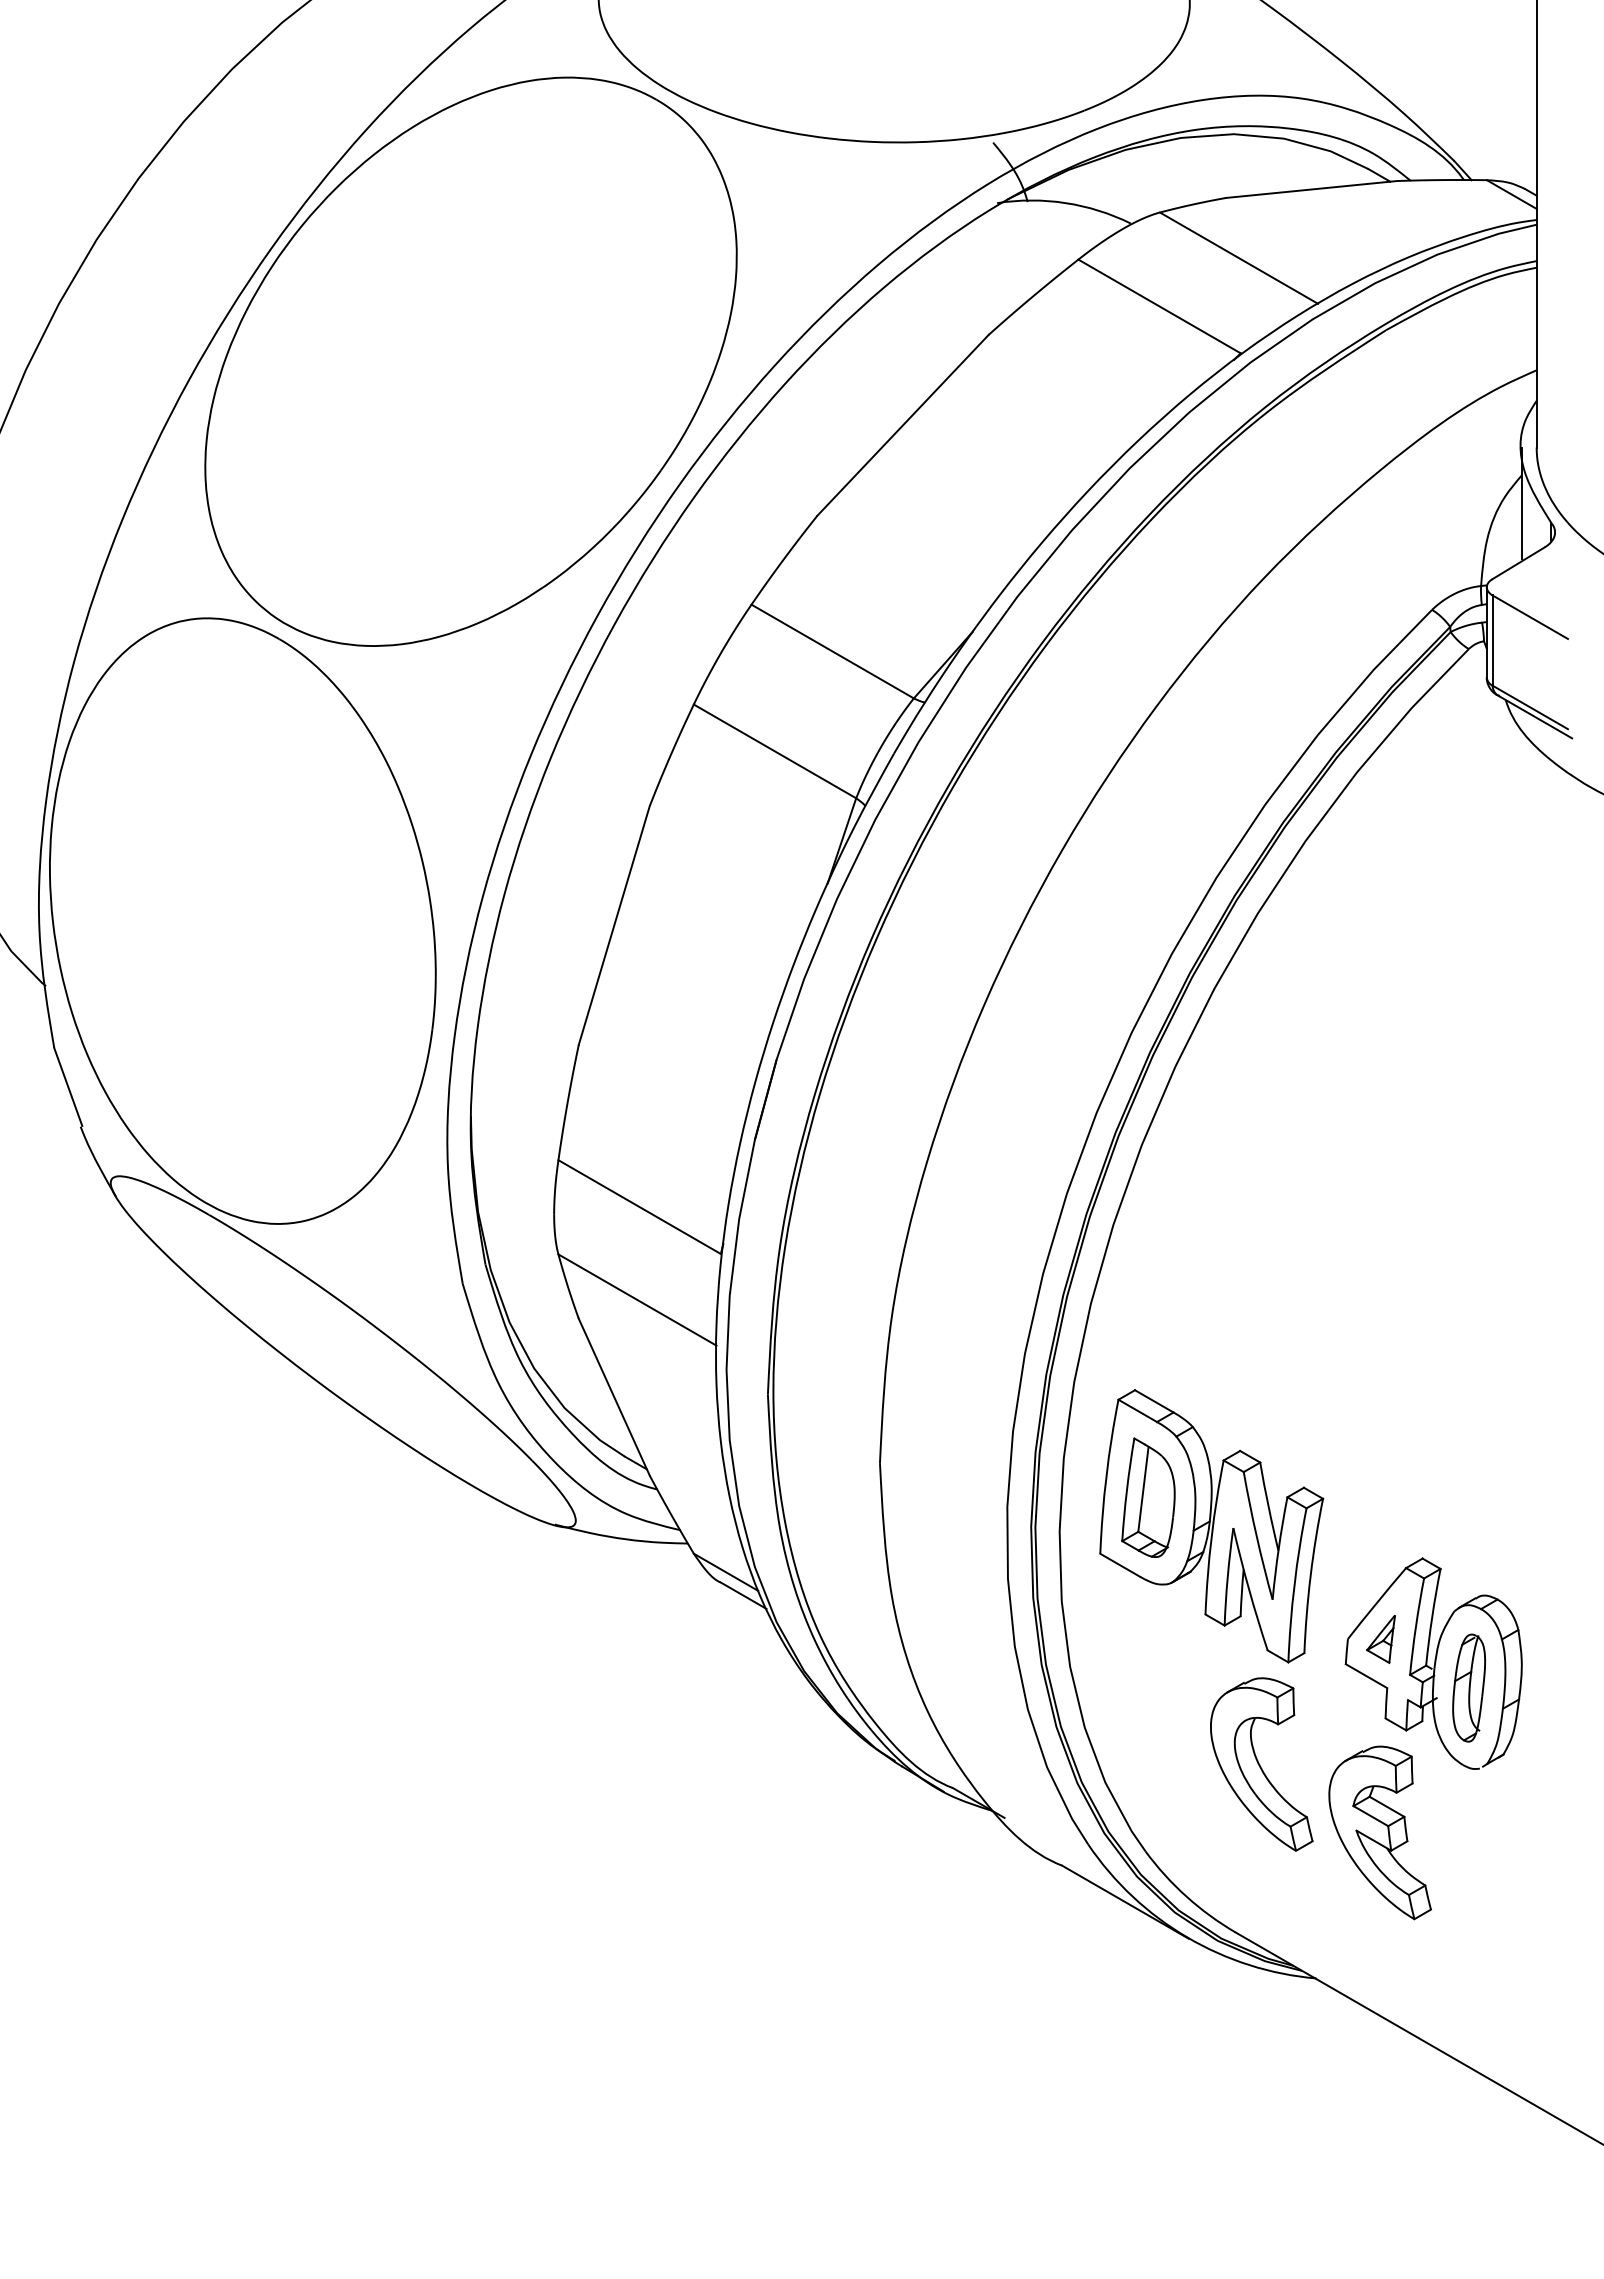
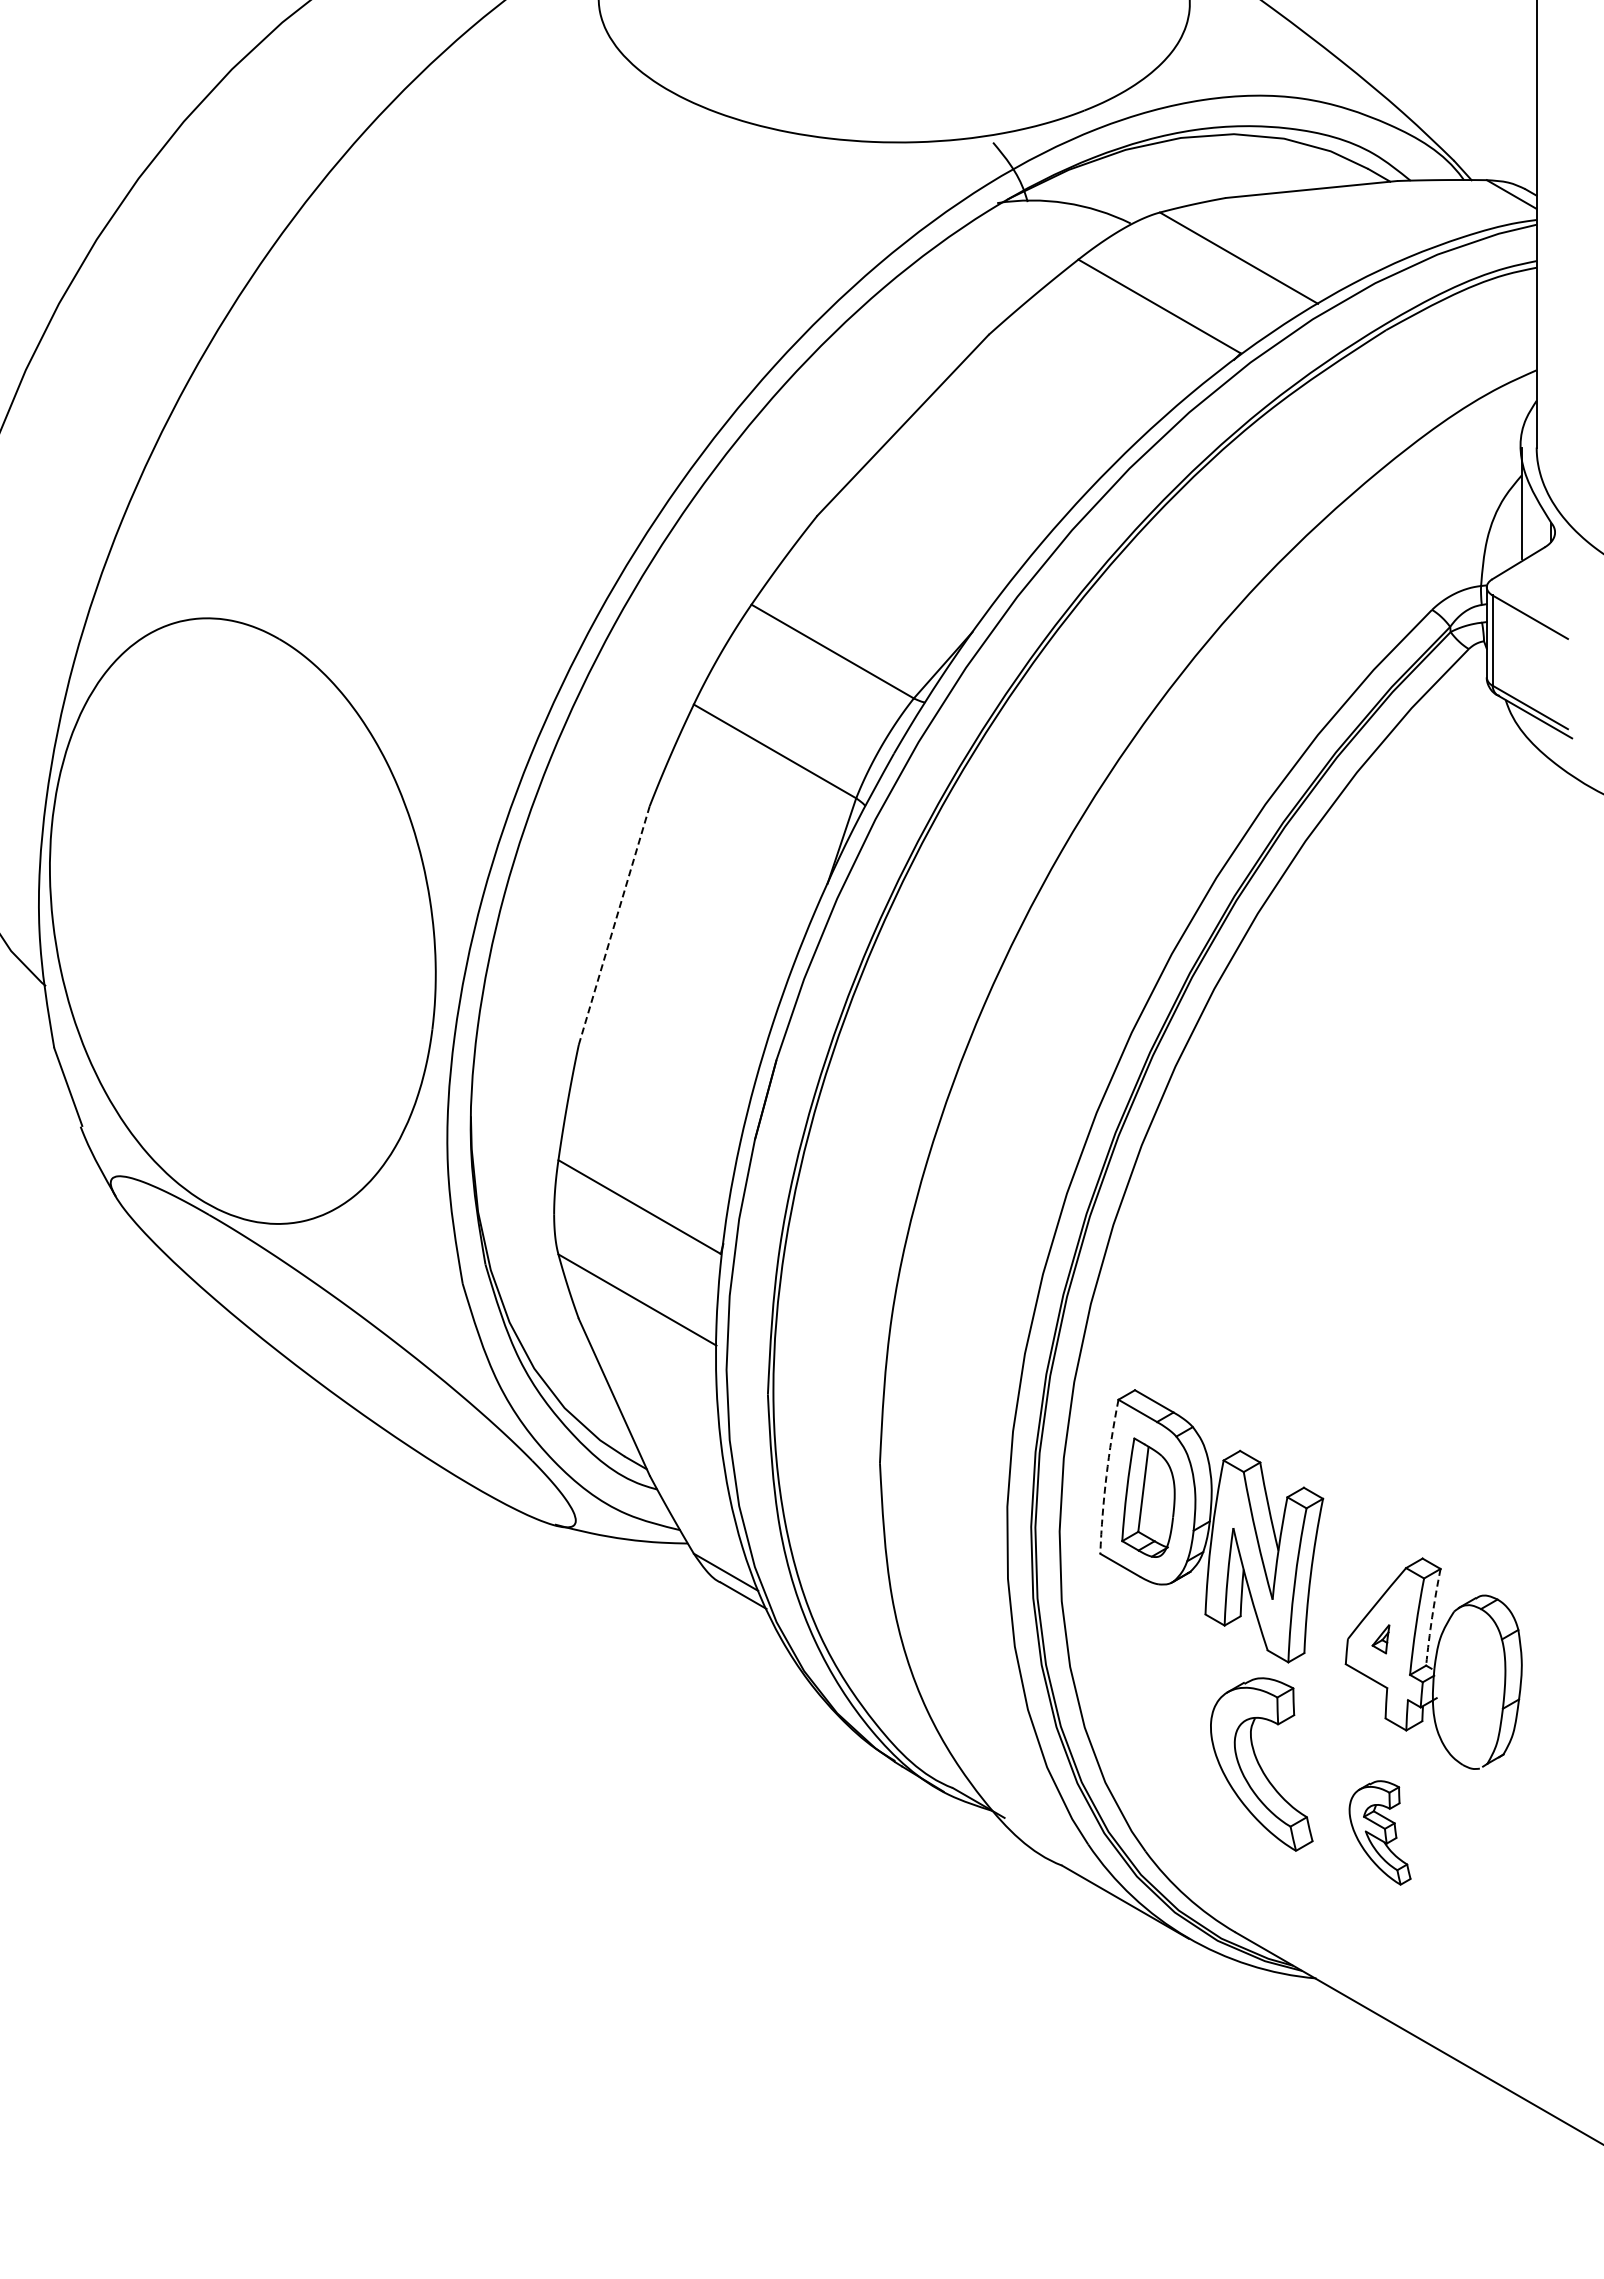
part at (470, 361): present -> none
line at (614, 925): solid -> dashed
arc at (1106, 1476): solid -> dashed
arc at (1432, 1617): solid -> dashed
part at (1380, 1638) size: 30x50 px -> 20x31 px
part at (1469, 1687): present -> none
part at (1379, 1832) size: 104x176 px -> 64x106 px
